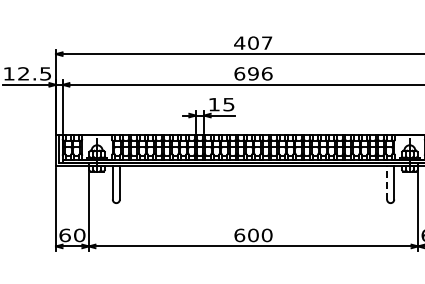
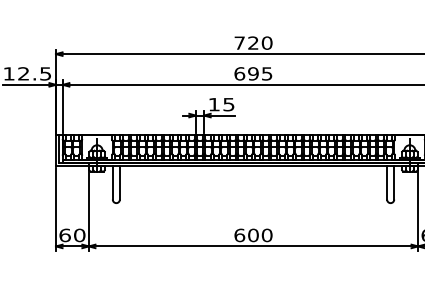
text at (253, 42): 407 -> 720
text at (267, 73): 696 -> 695
line at (387, 182): dashed -> solid
